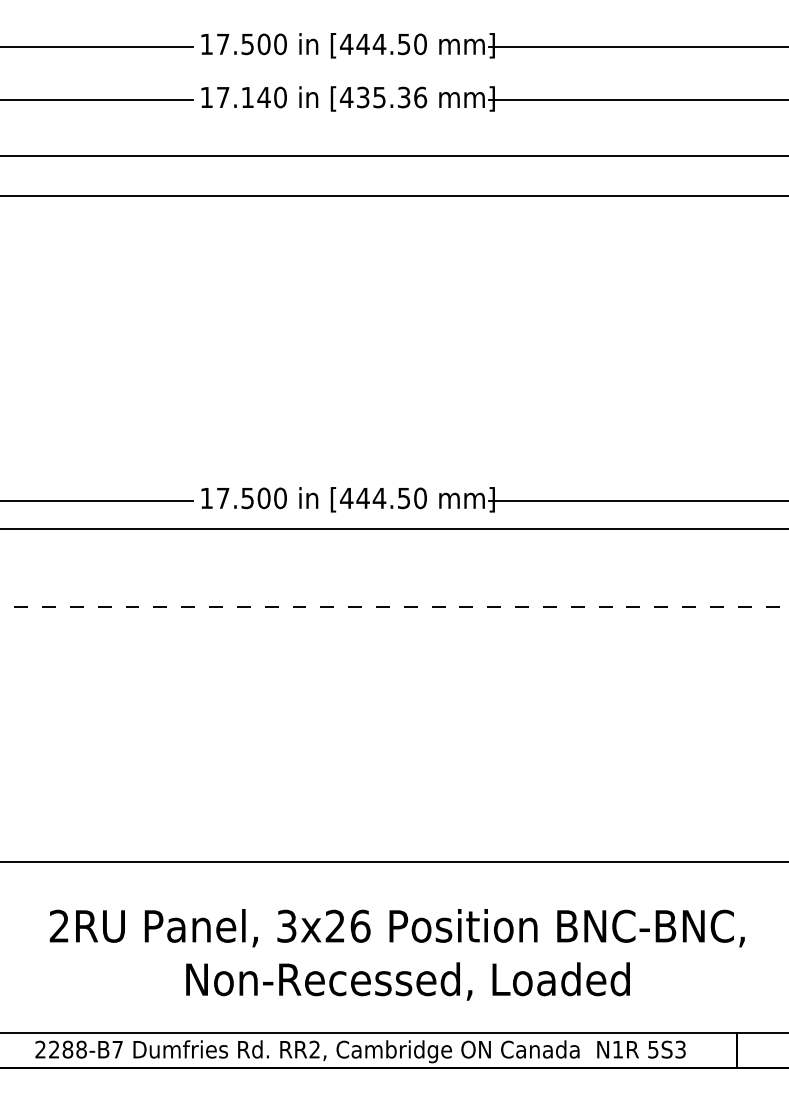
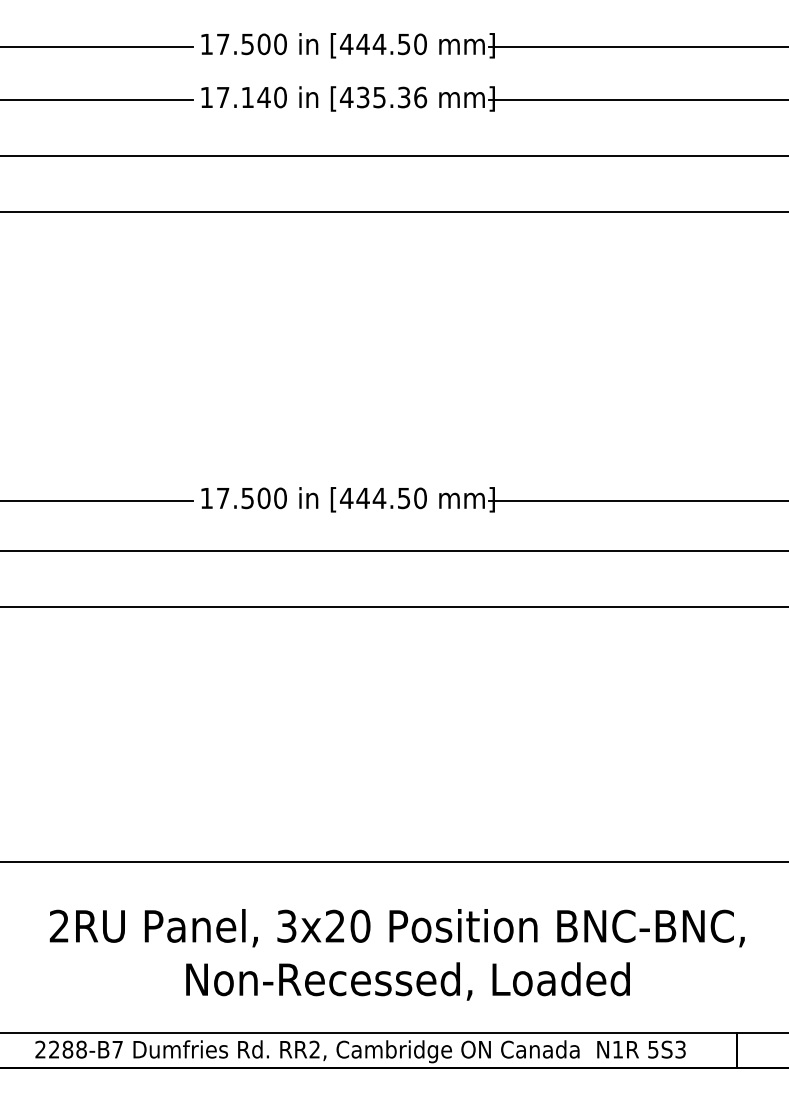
line at (393, 195) position: (393, 195) -> (393, 211)
line at (393, 529) position: (393, 529) -> (393, 551)
line at (394, 607): dashed -> solid
text at (360, 925): 3x26 -> 3x20
